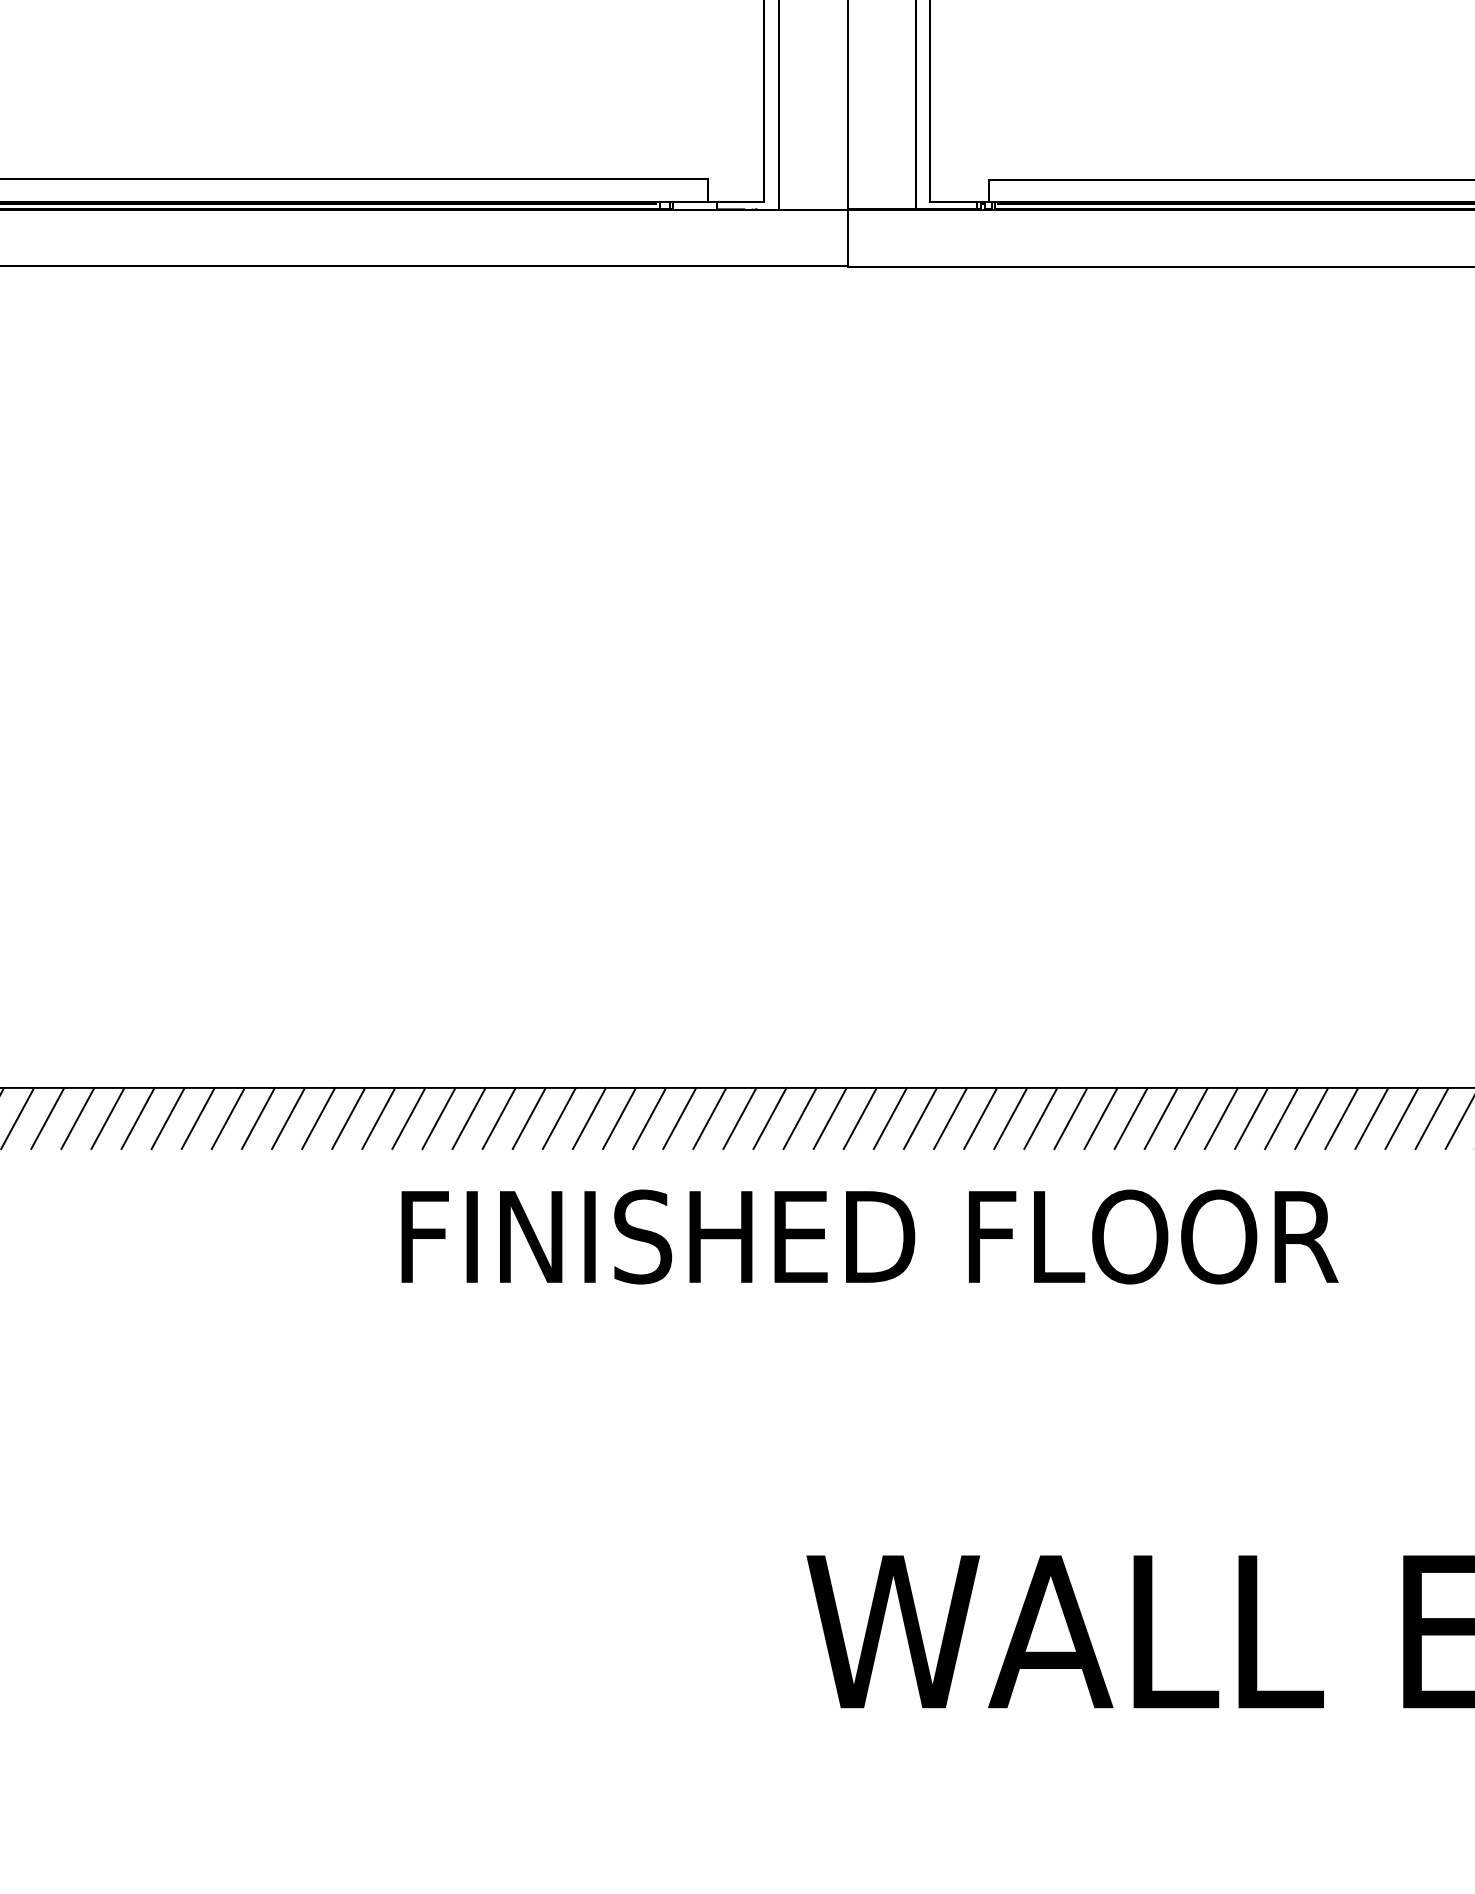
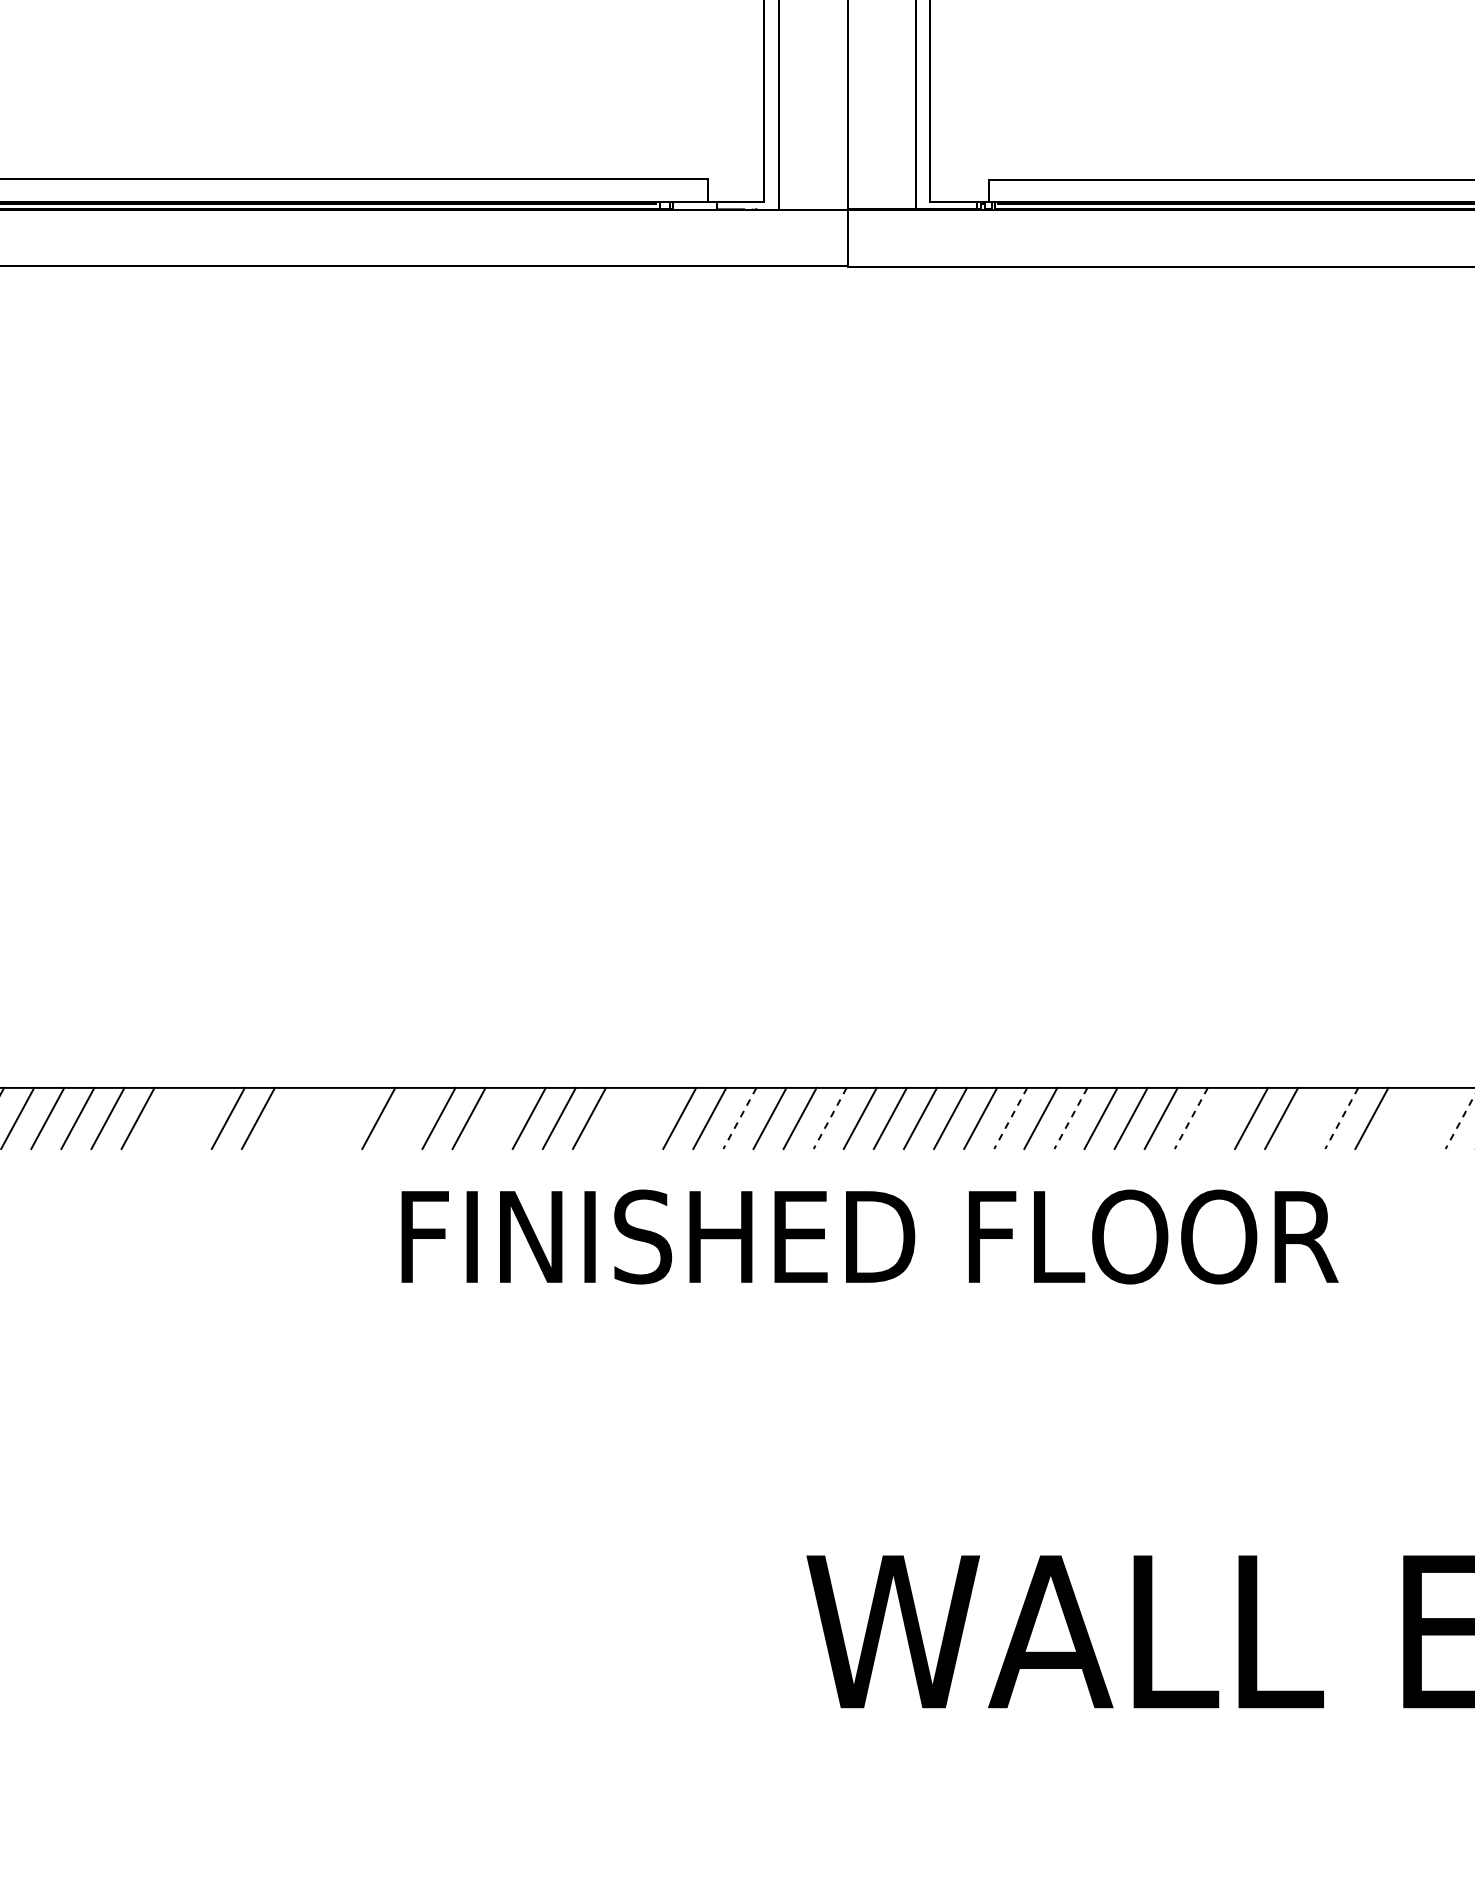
line at (167, 1118): present -> none
line at (197, 1118): present -> none
line at (288, 1118): present -> none
line at (318, 1118): present -> none
line at (348, 1118): present -> none
line at (408, 1118): present -> none
line at (498, 1118): present -> none
line at (619, 1118): present -> none
line at (649, 1118): present -> none
line at (739, 1118): solid -> dashed
line at (830, 1118): solid -> dashed
line at (1010, 1118): solid -> dashed
line at (1070, 1118): solid -> dashed
line at (1191, 1118): solid -> dashed
line at (1220, 1118): present -> none
line at (1311, 1118): present -> none
line at (1341, 1118): solid -> dashed
line at (1401, 1118): present -> none
line at (1431, 1118): present -> none
line at (1460, 1121): solid -> dashed
